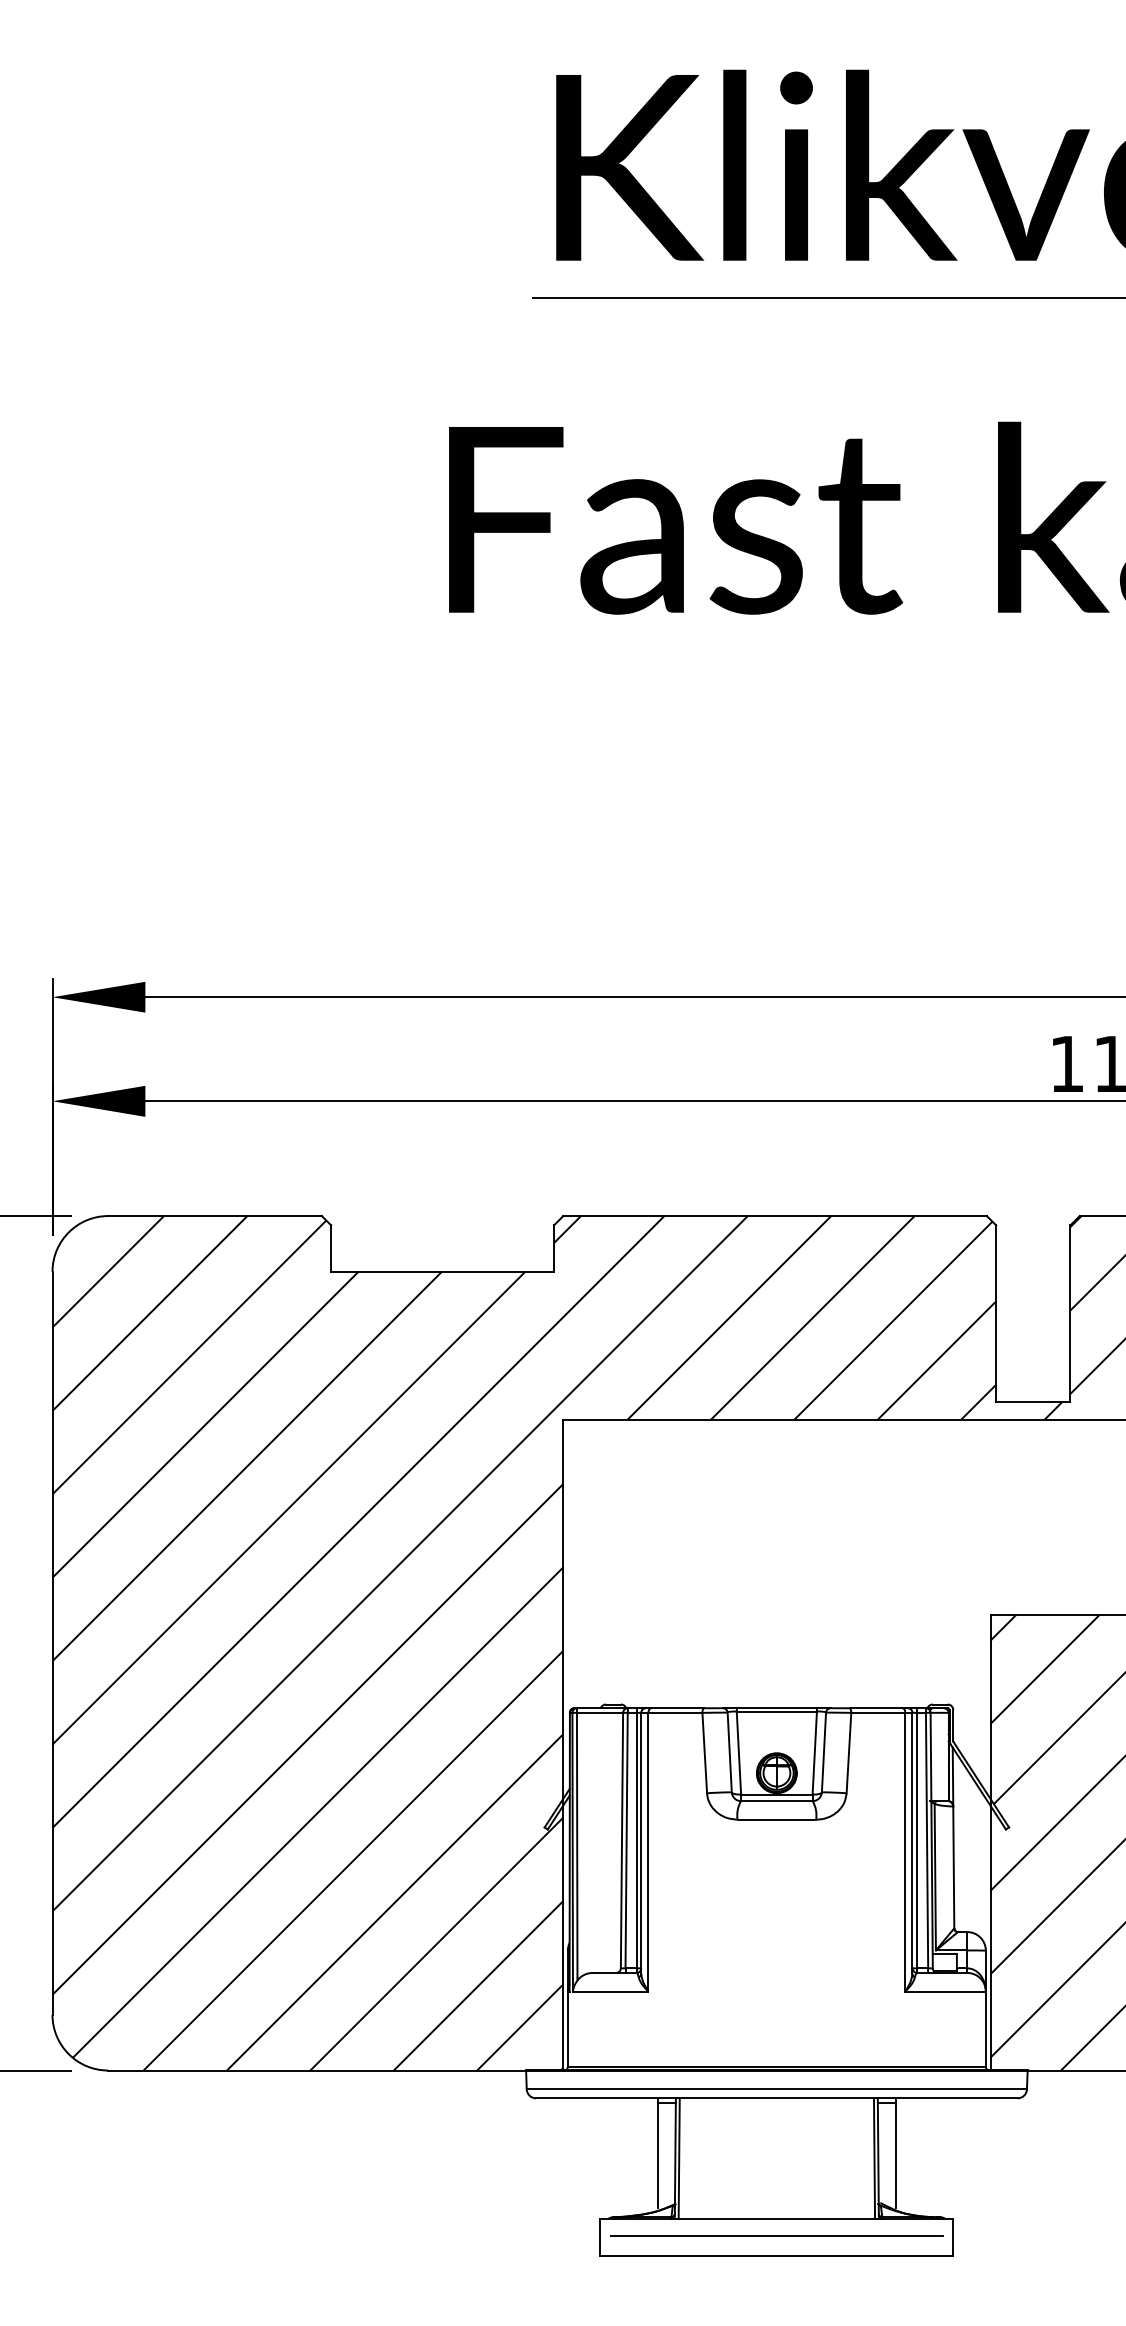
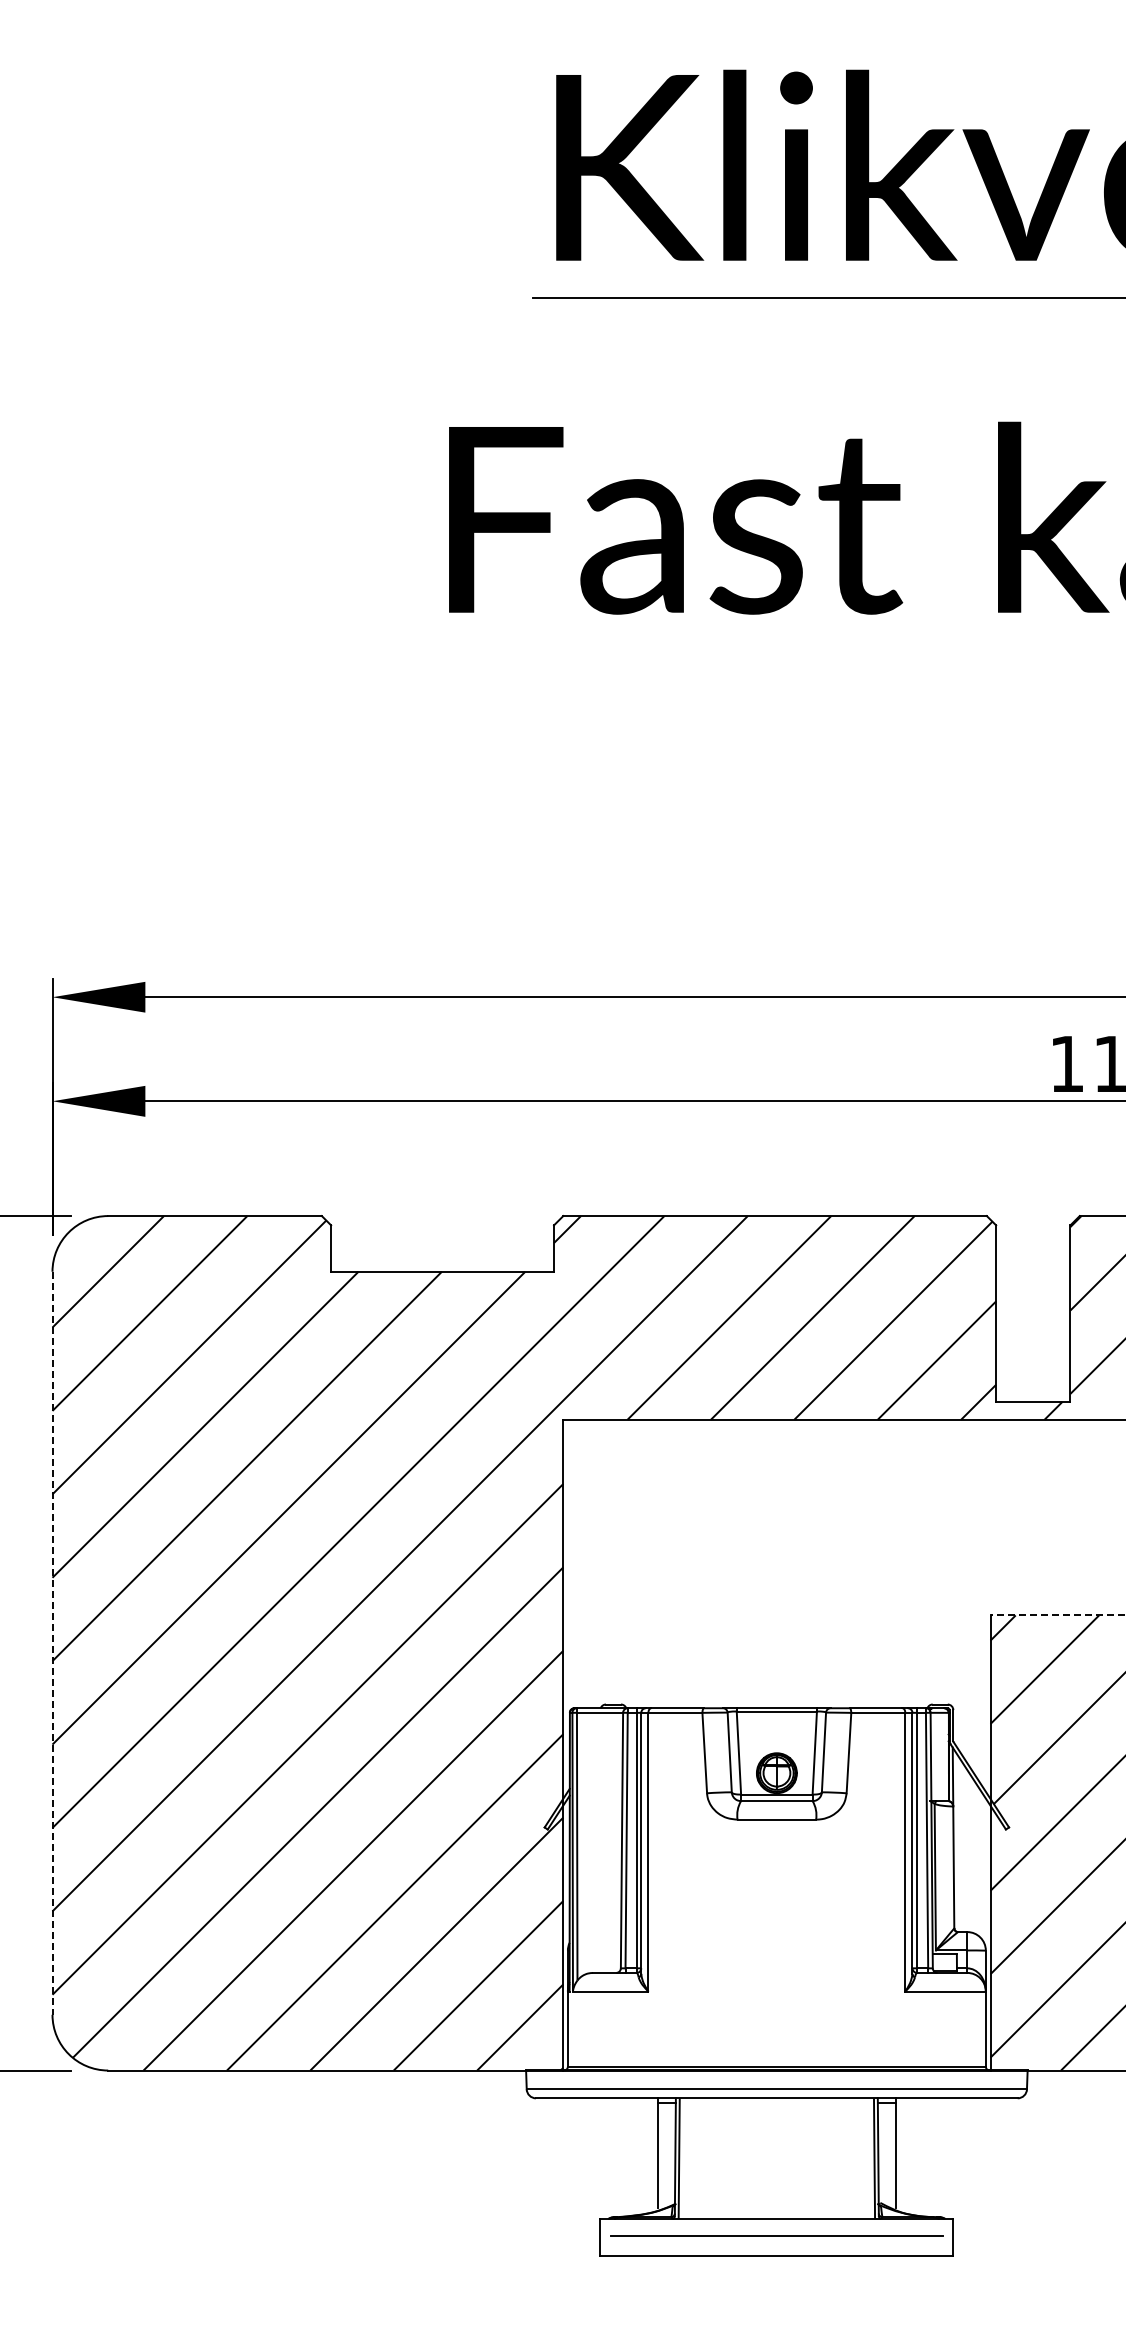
line at (1057, 1615): solid -> dashed
line at (52, 1643): solid -> dashed
